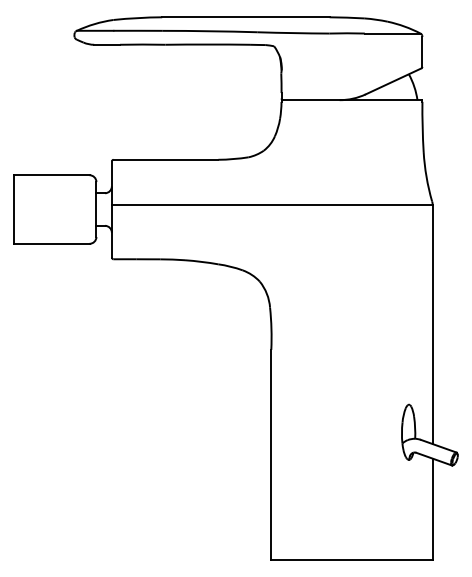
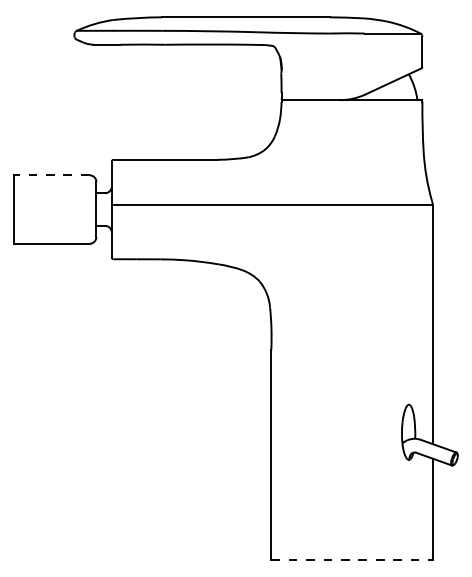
line at (51, 175): solid -> dashed
line at (351, 559): solid -> dashed
